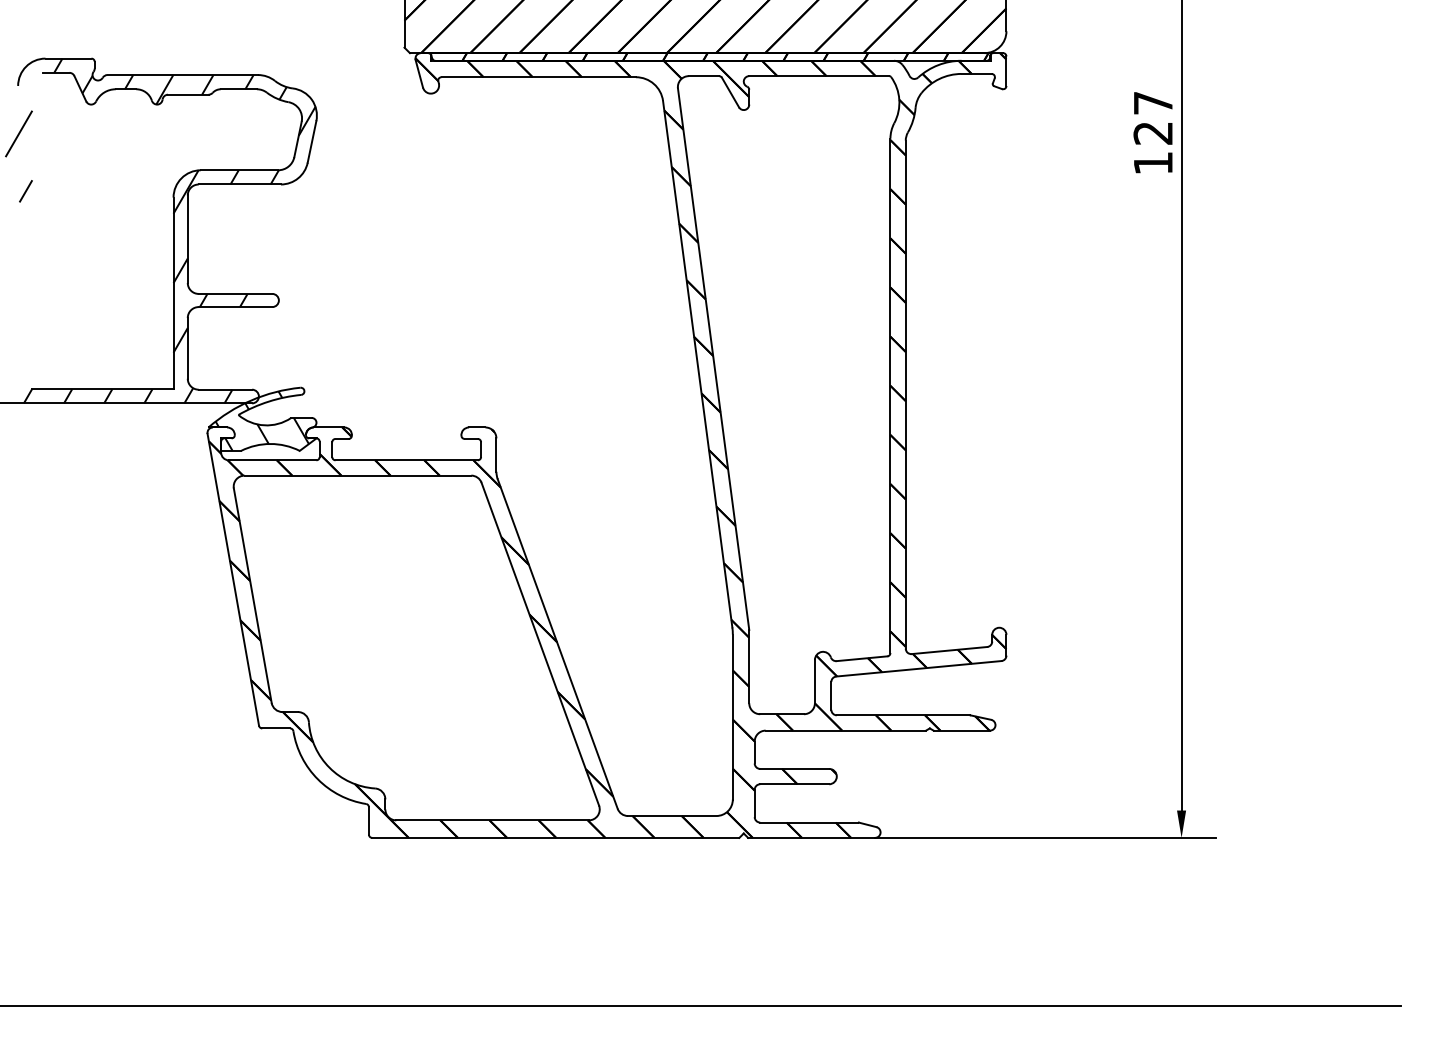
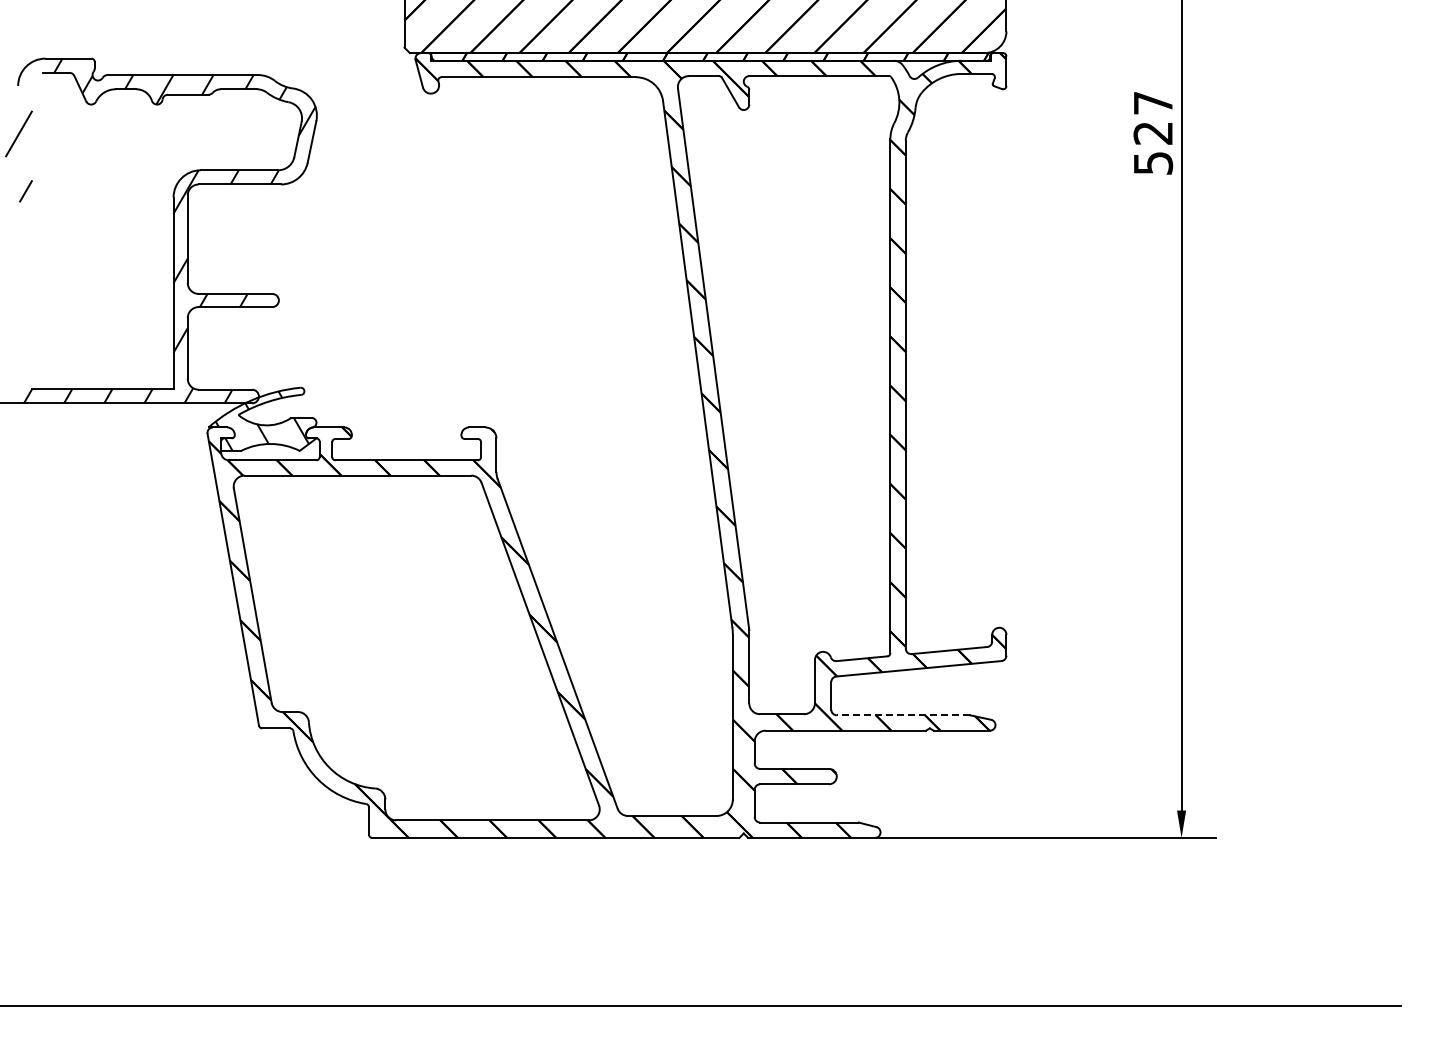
text at (1153, 163): 127 -> 527
line at (902, 715): solid -> dashed
